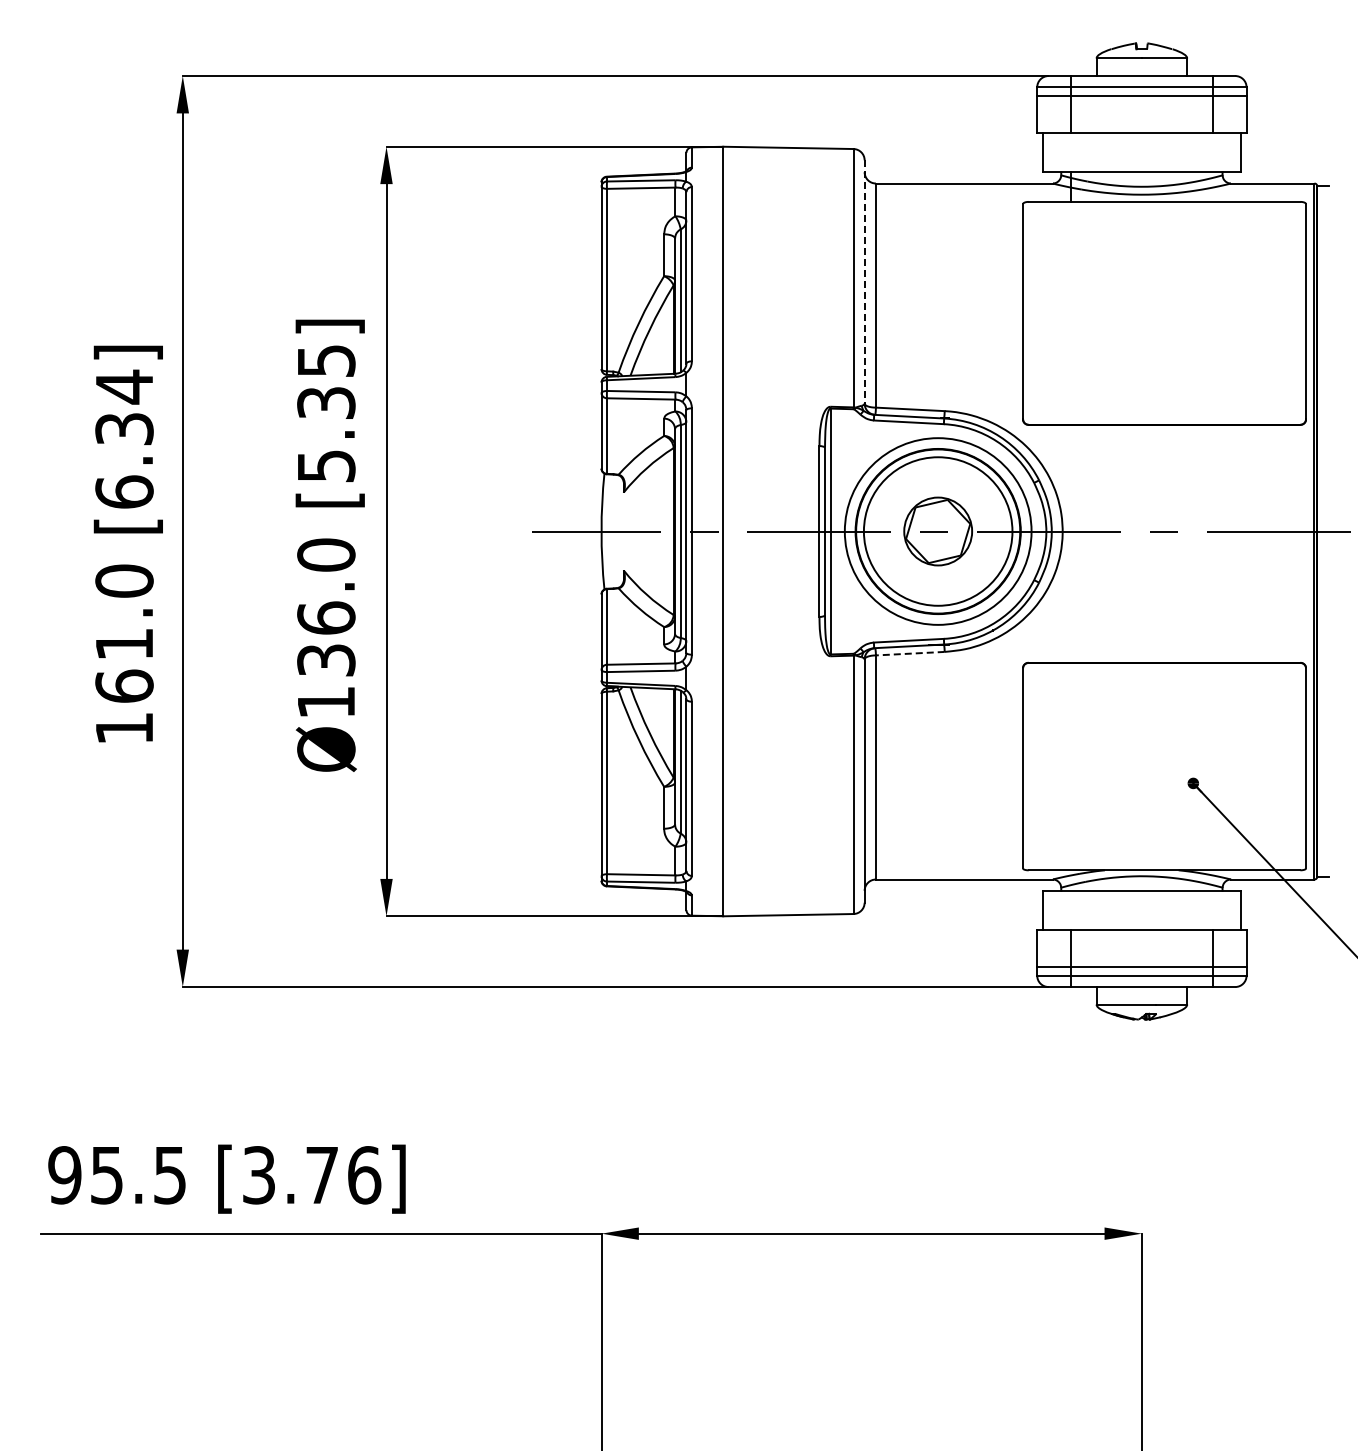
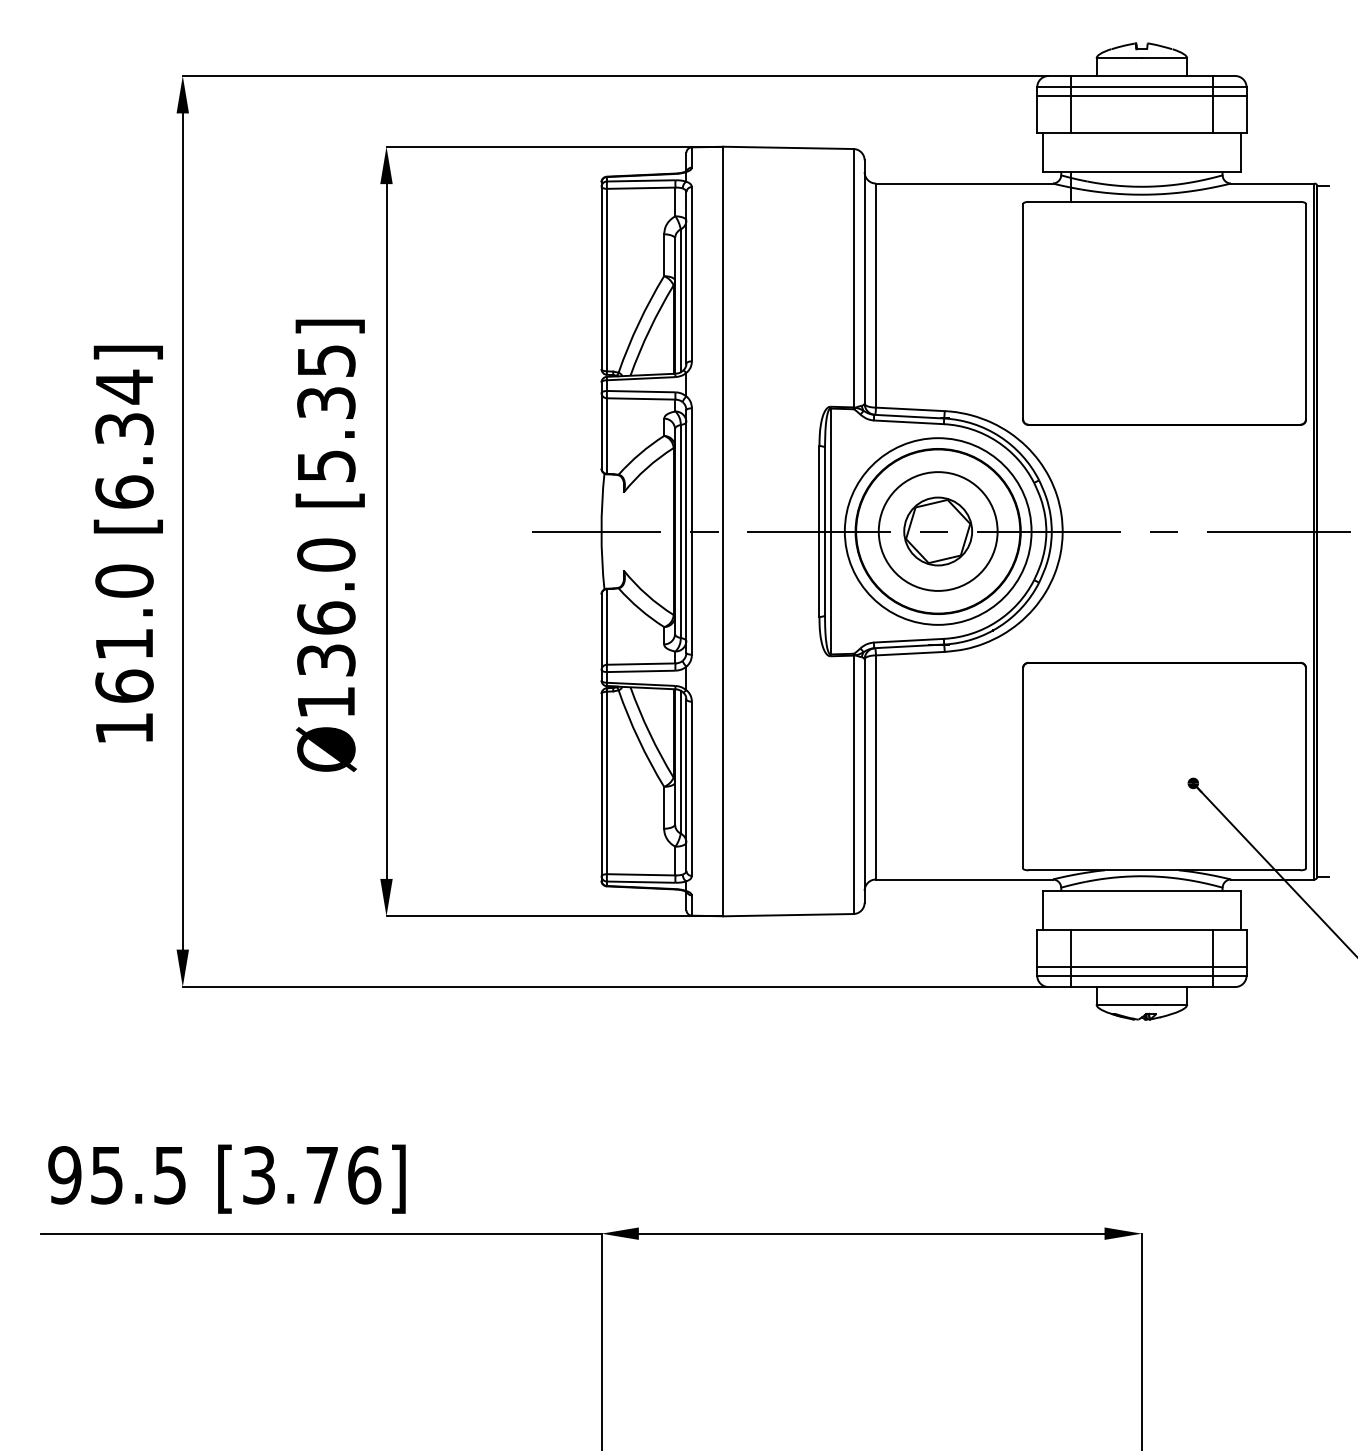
line at (864, 281): dashed -> solid
circle at (937, 531) diameter: 149 px -> 119 px
line at (909, 653): dashed -> solid
